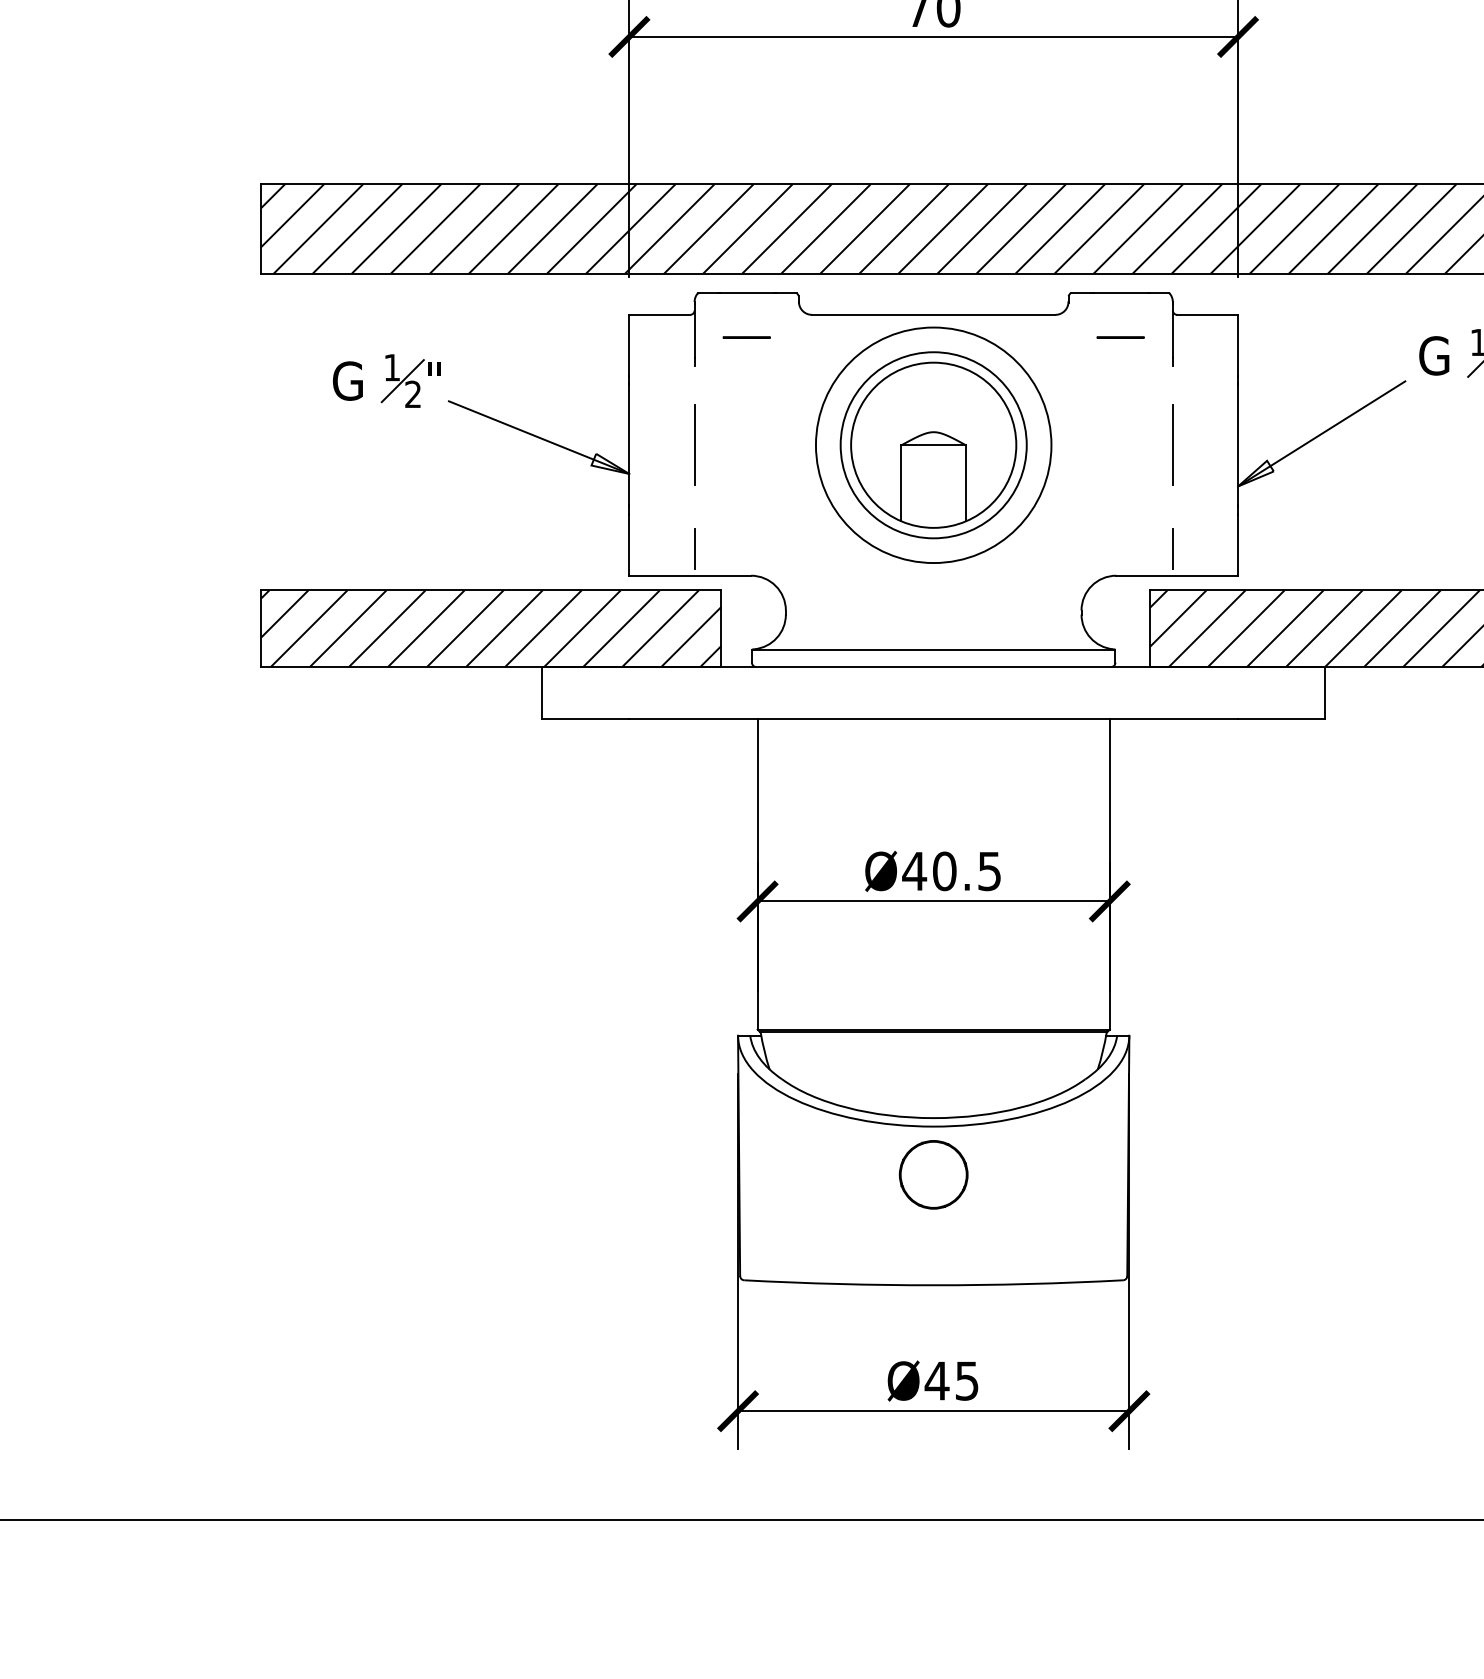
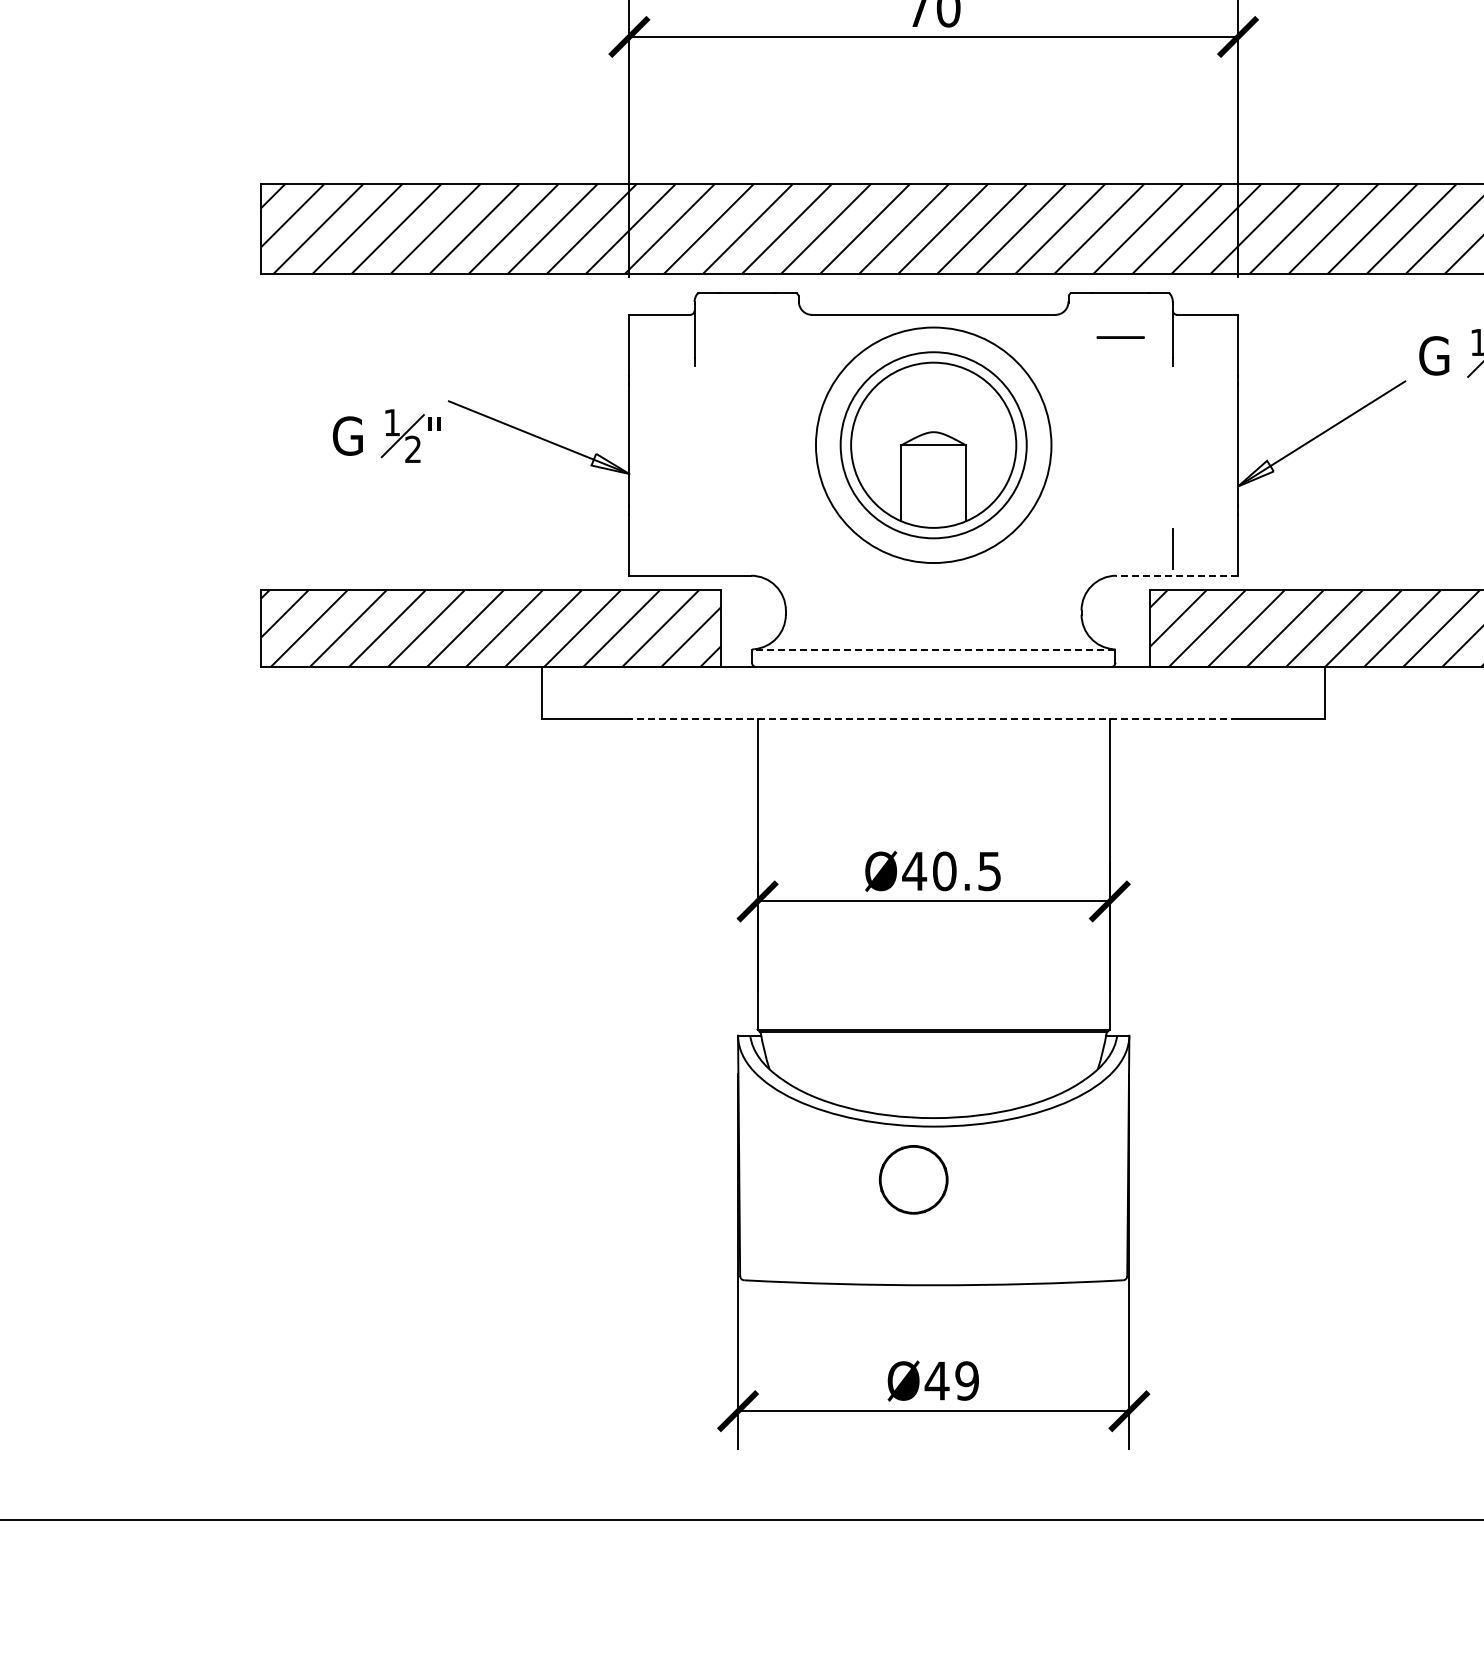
line at (746, 337): present -> none
part at (386, 380) position: (386, 380) -> (386, 435)
line at (694, 445): present -> none
line at (1172, 445): present -> none
line at (694, 548): present -> none
line at (1177, 575): solid -> dashed
line at (933, 649): solid -> dashed
line at (933, 719): solid -> dashed
part at (933, 1174) position: (933, 1174) -> (913, 1179)
text at (966, 1380): Ø45 -> Ø49
